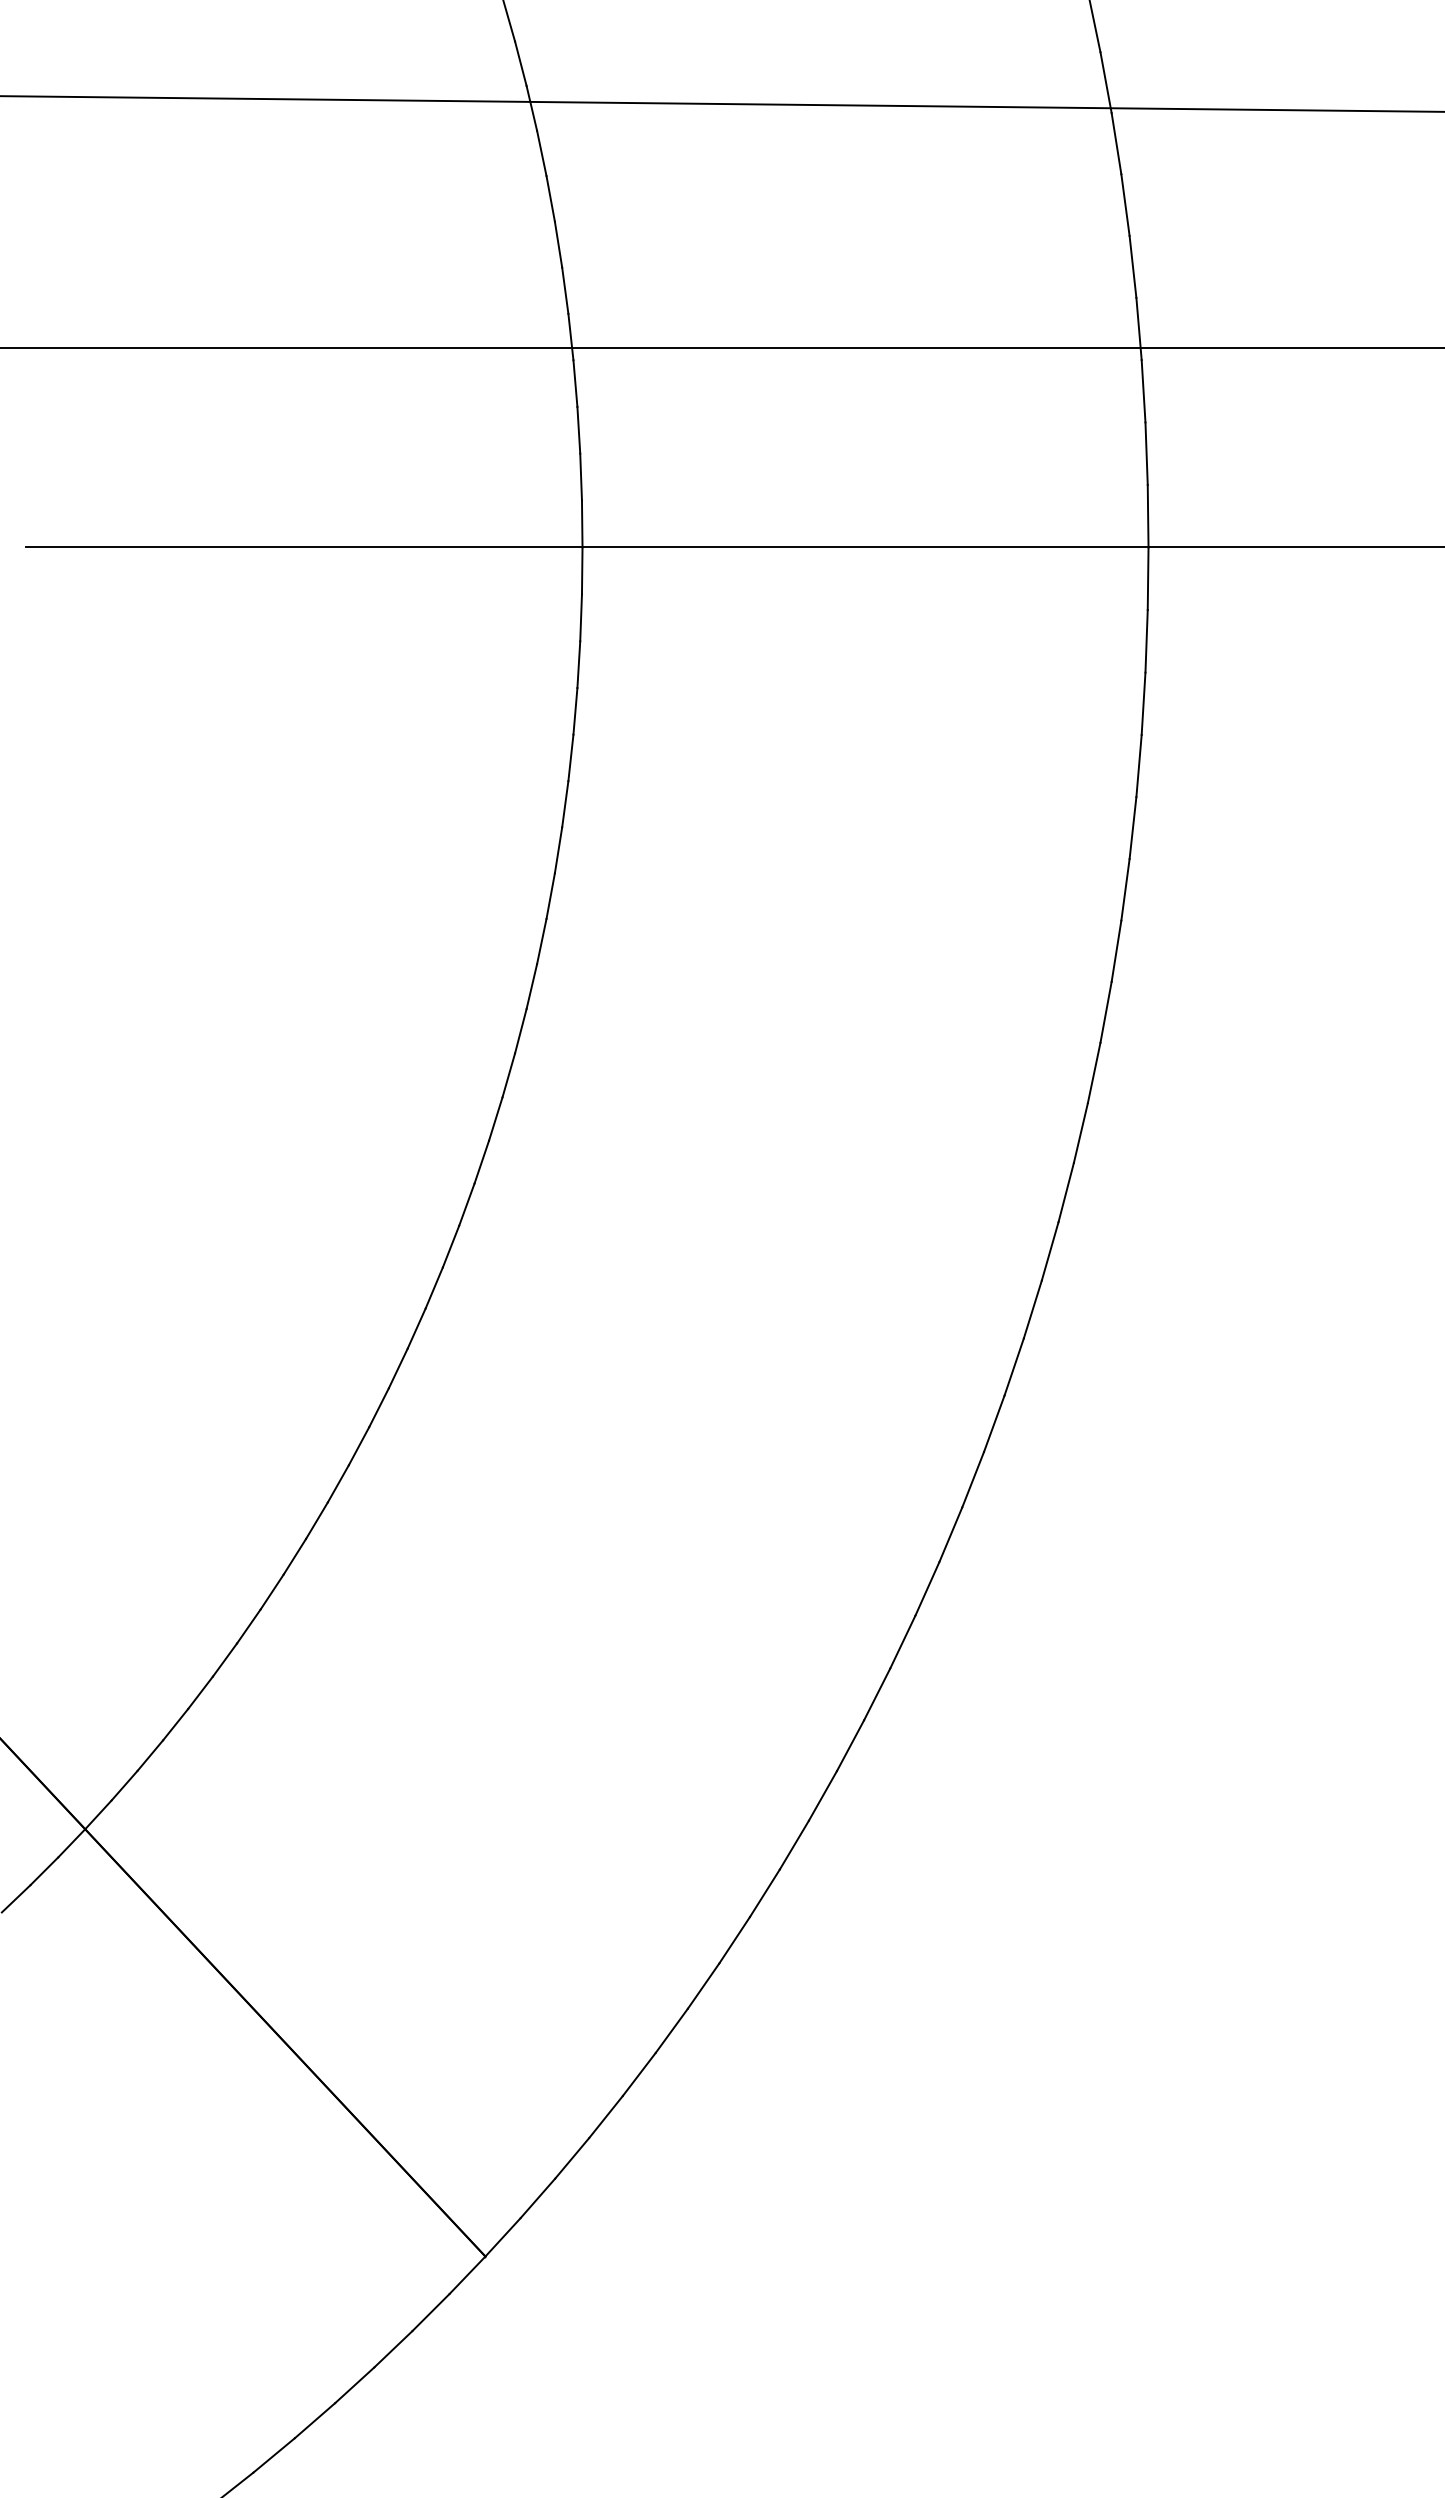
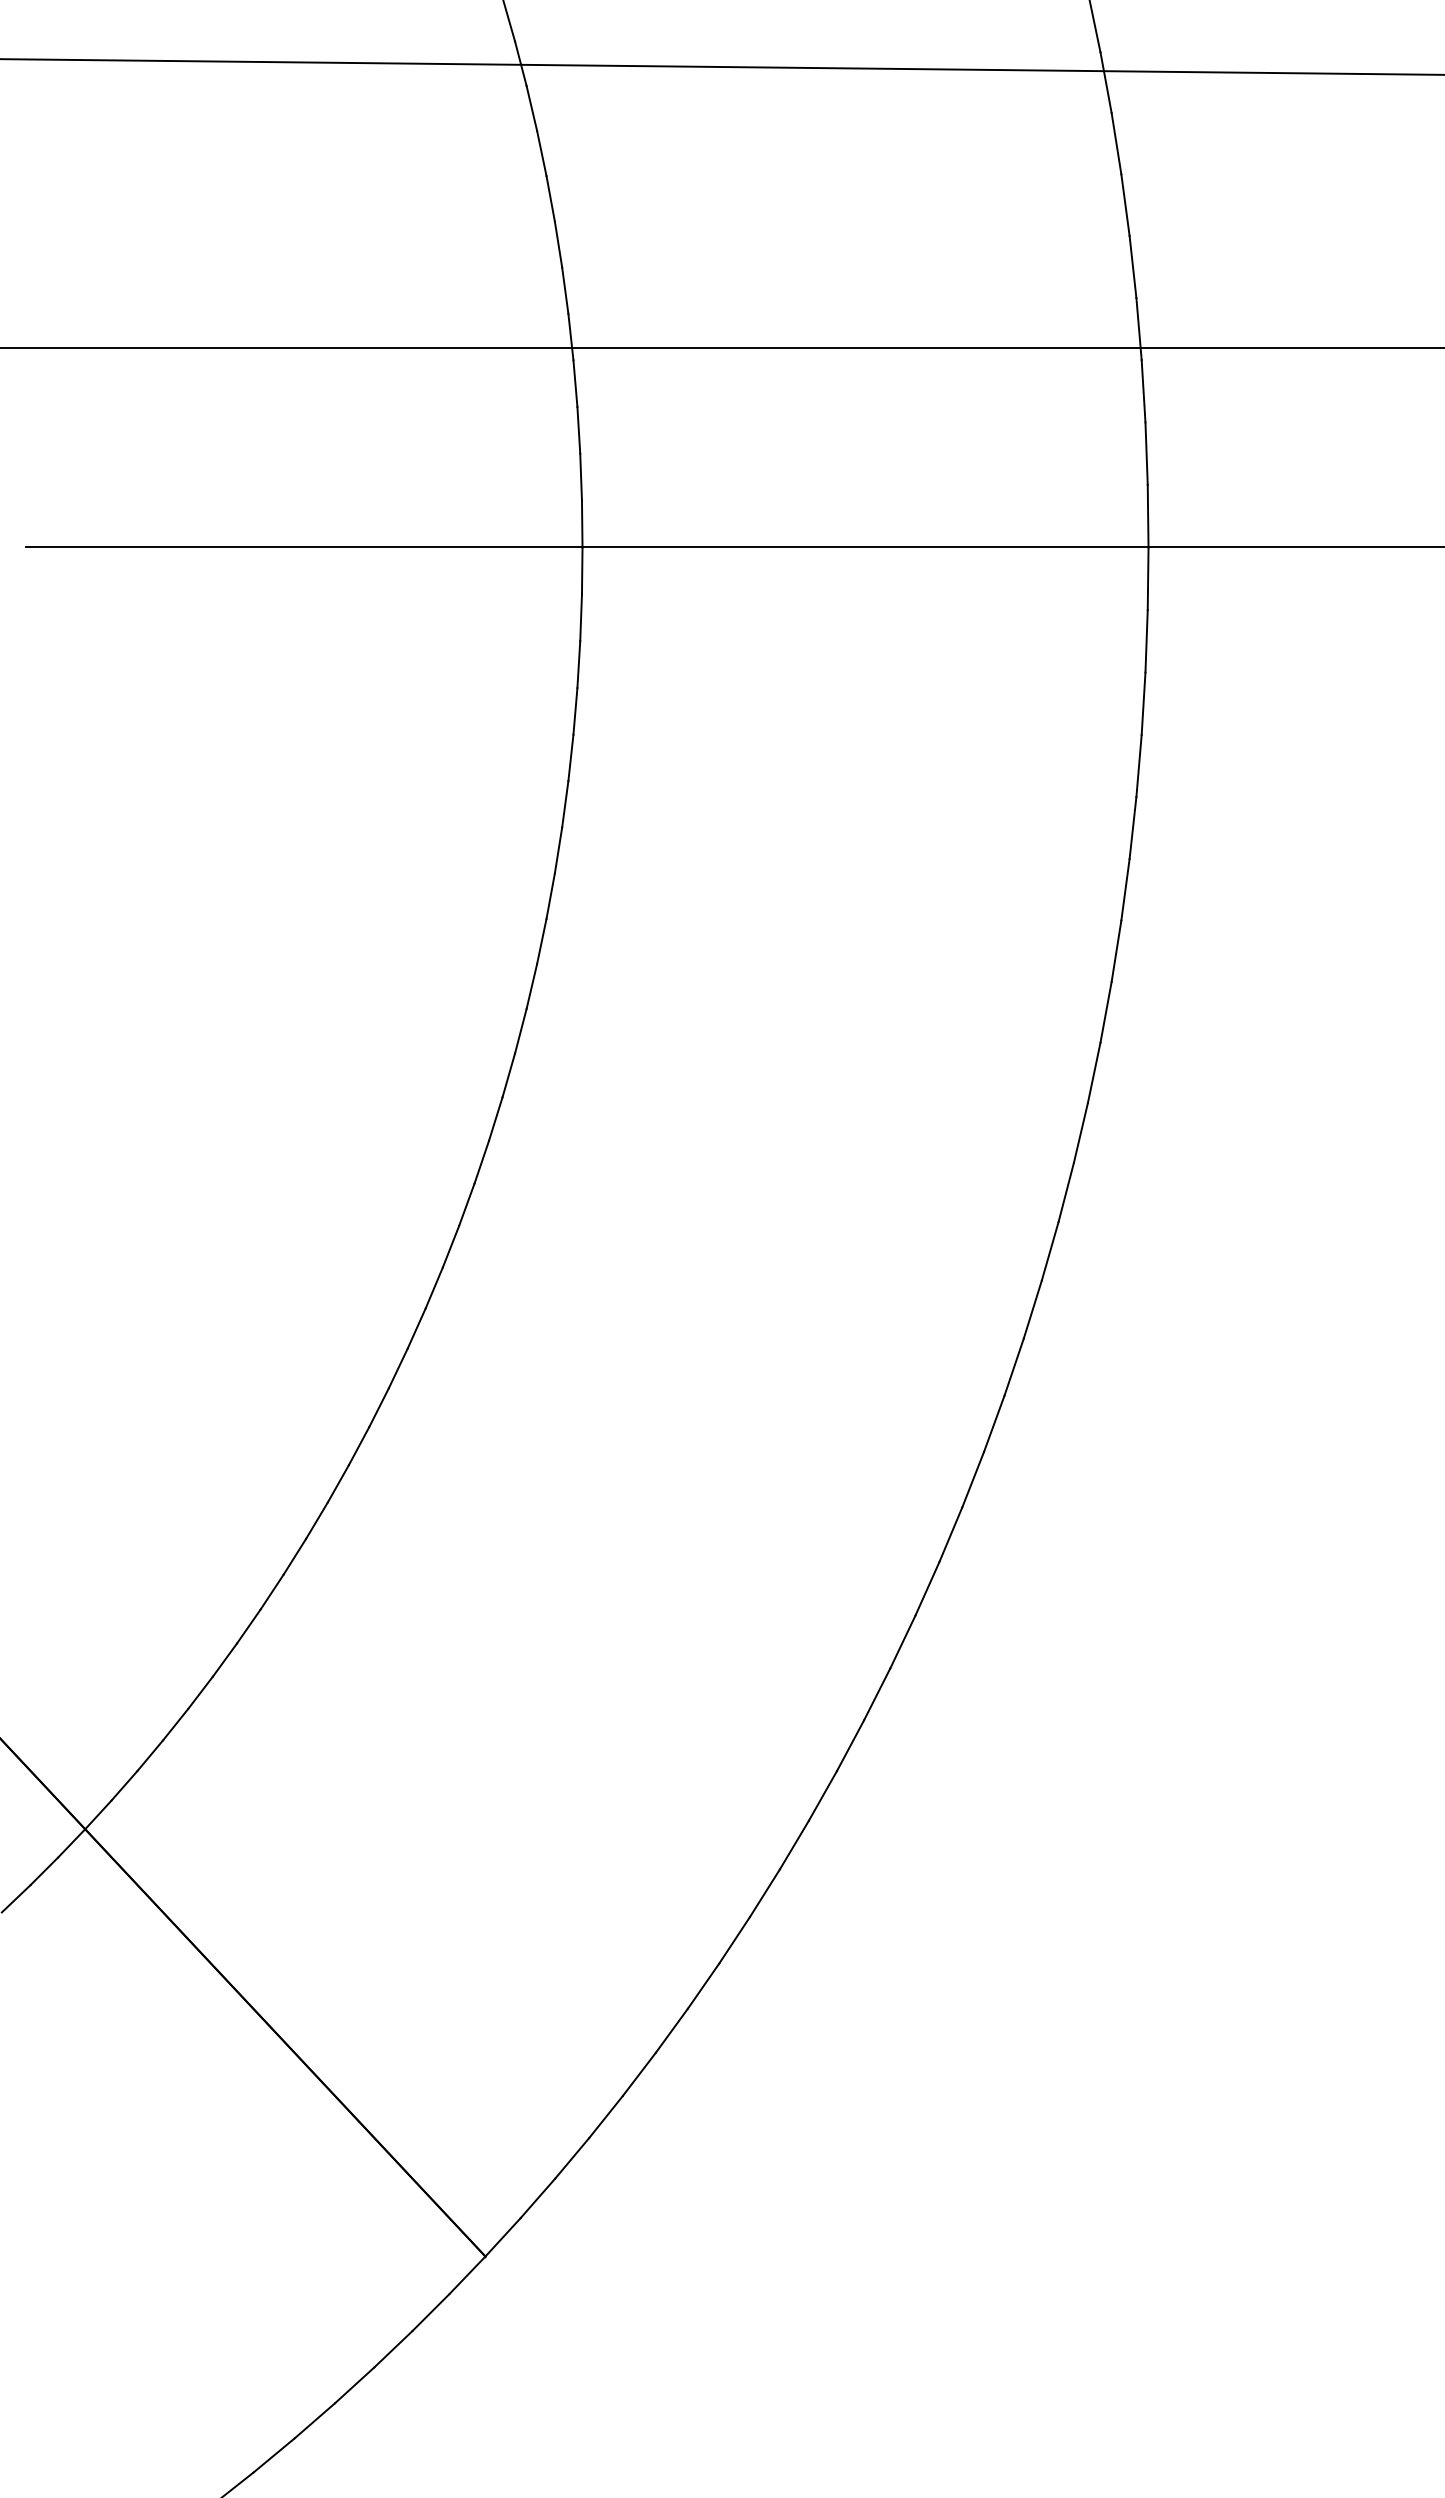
line at (721, 103) position: (721, 103) -> (721, 66)
